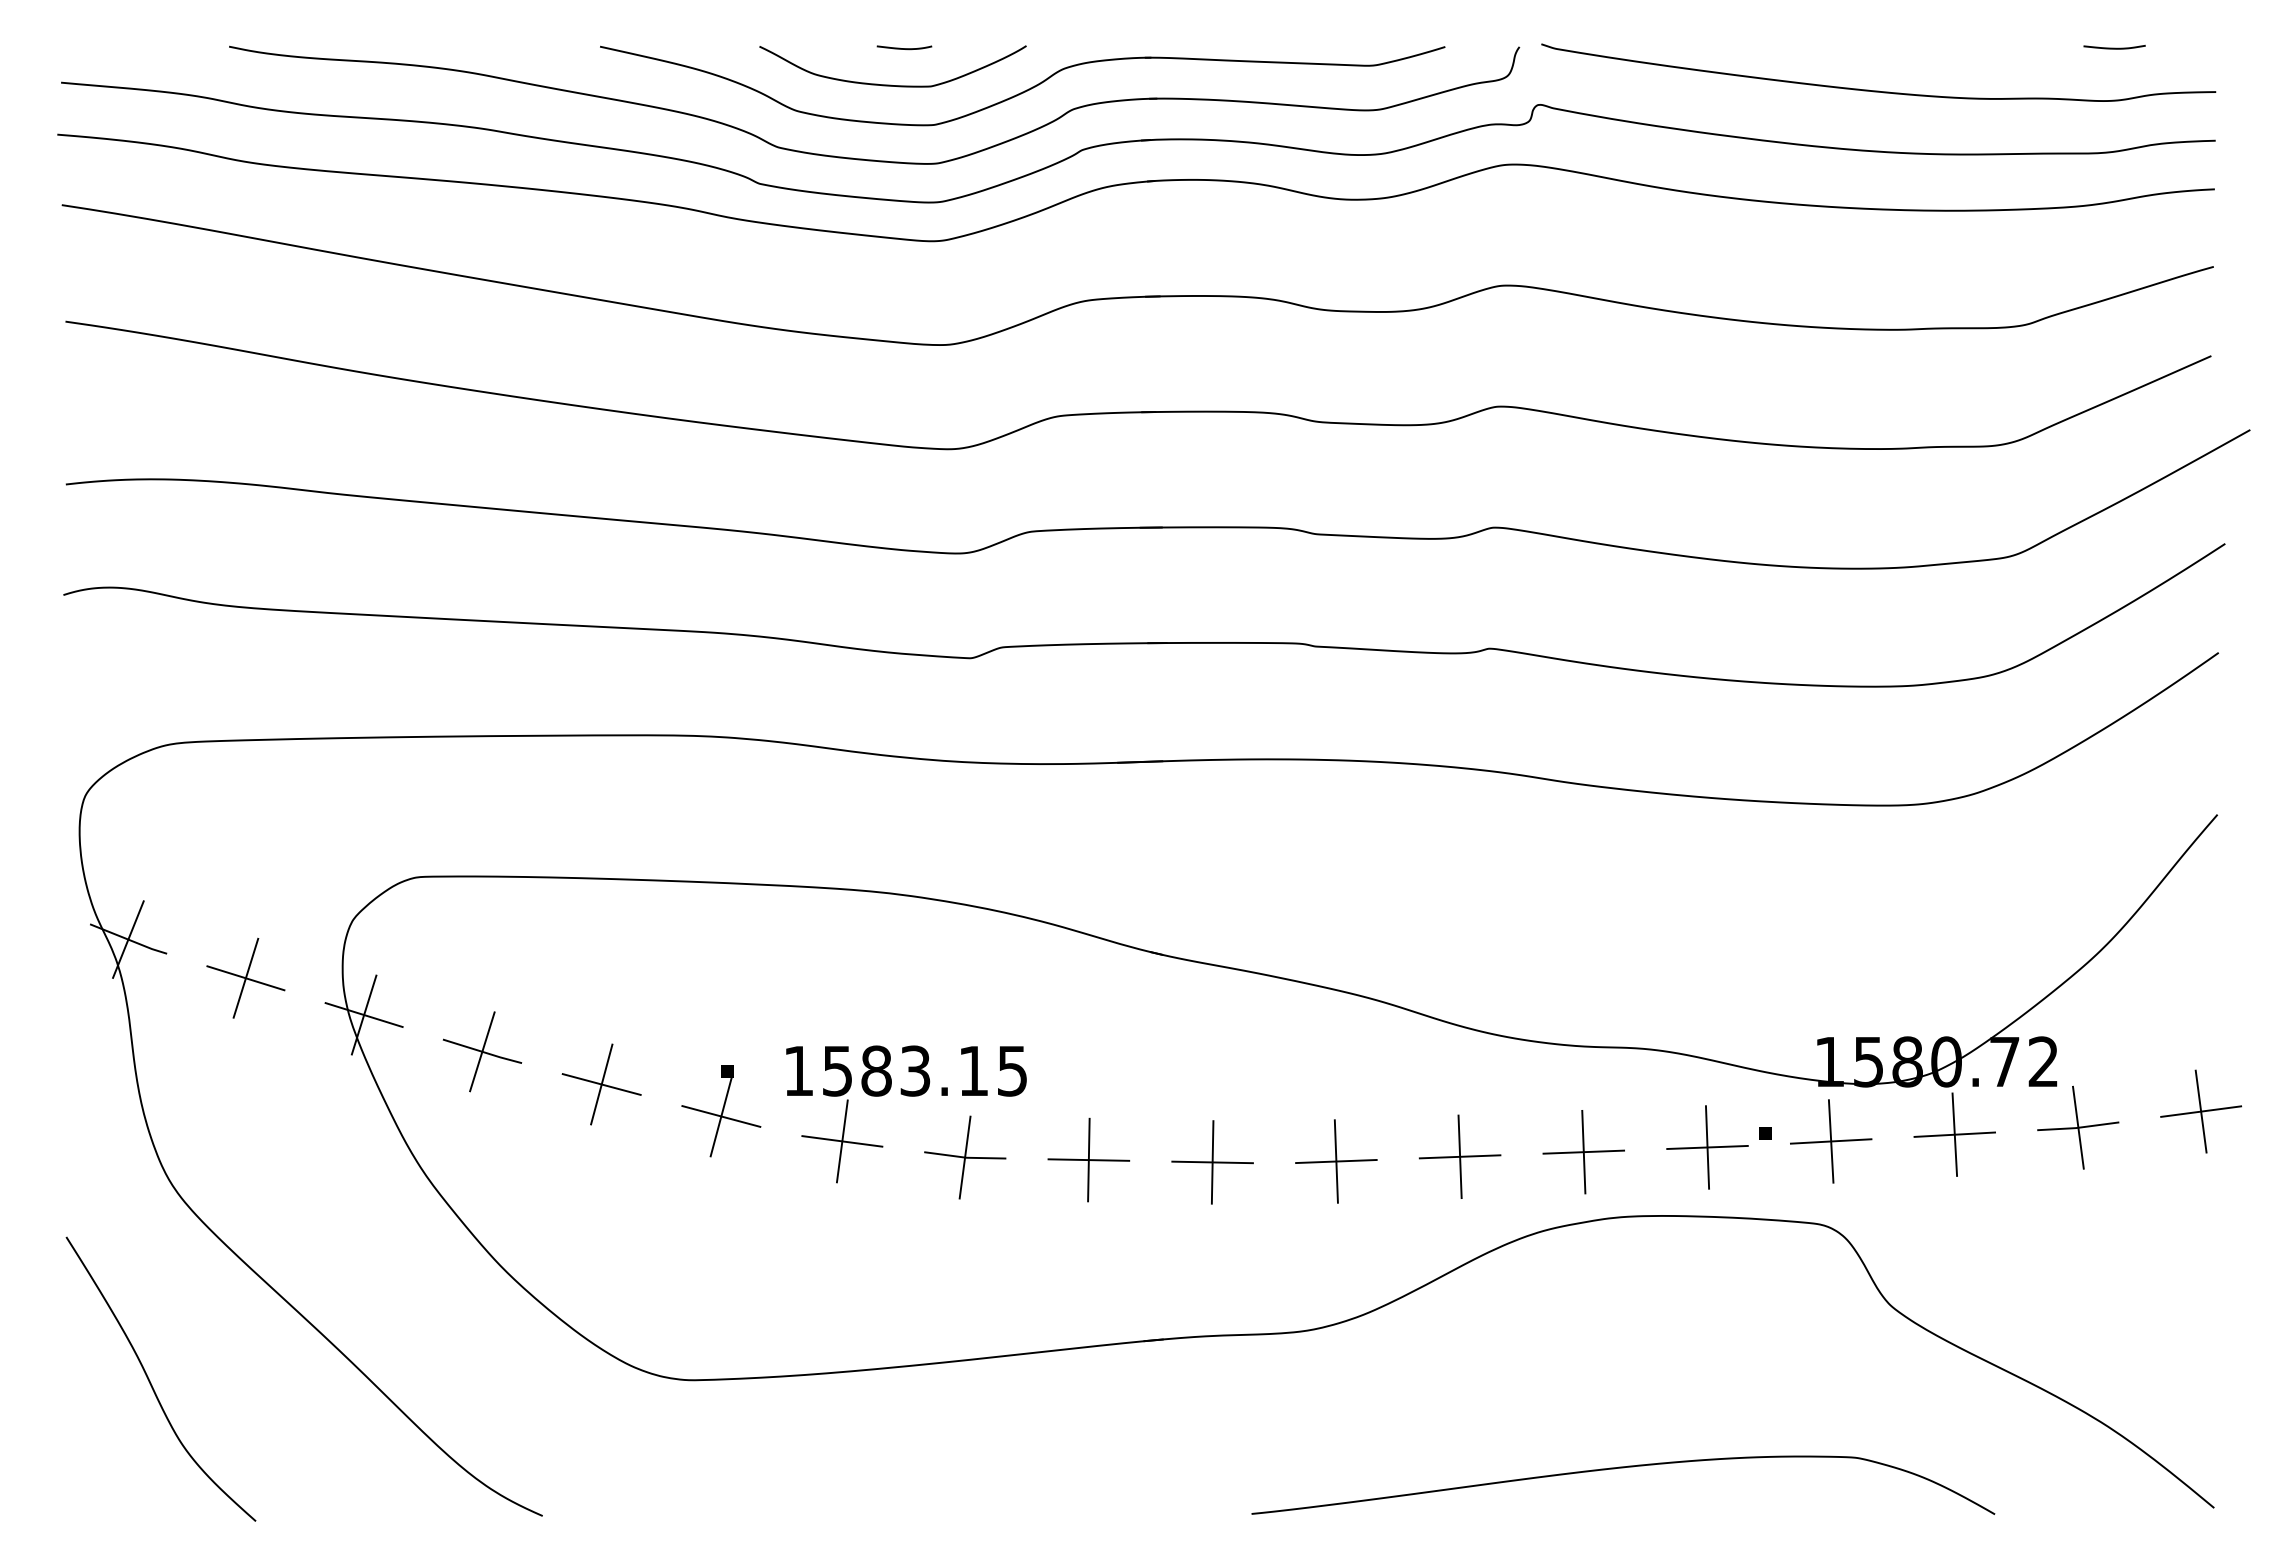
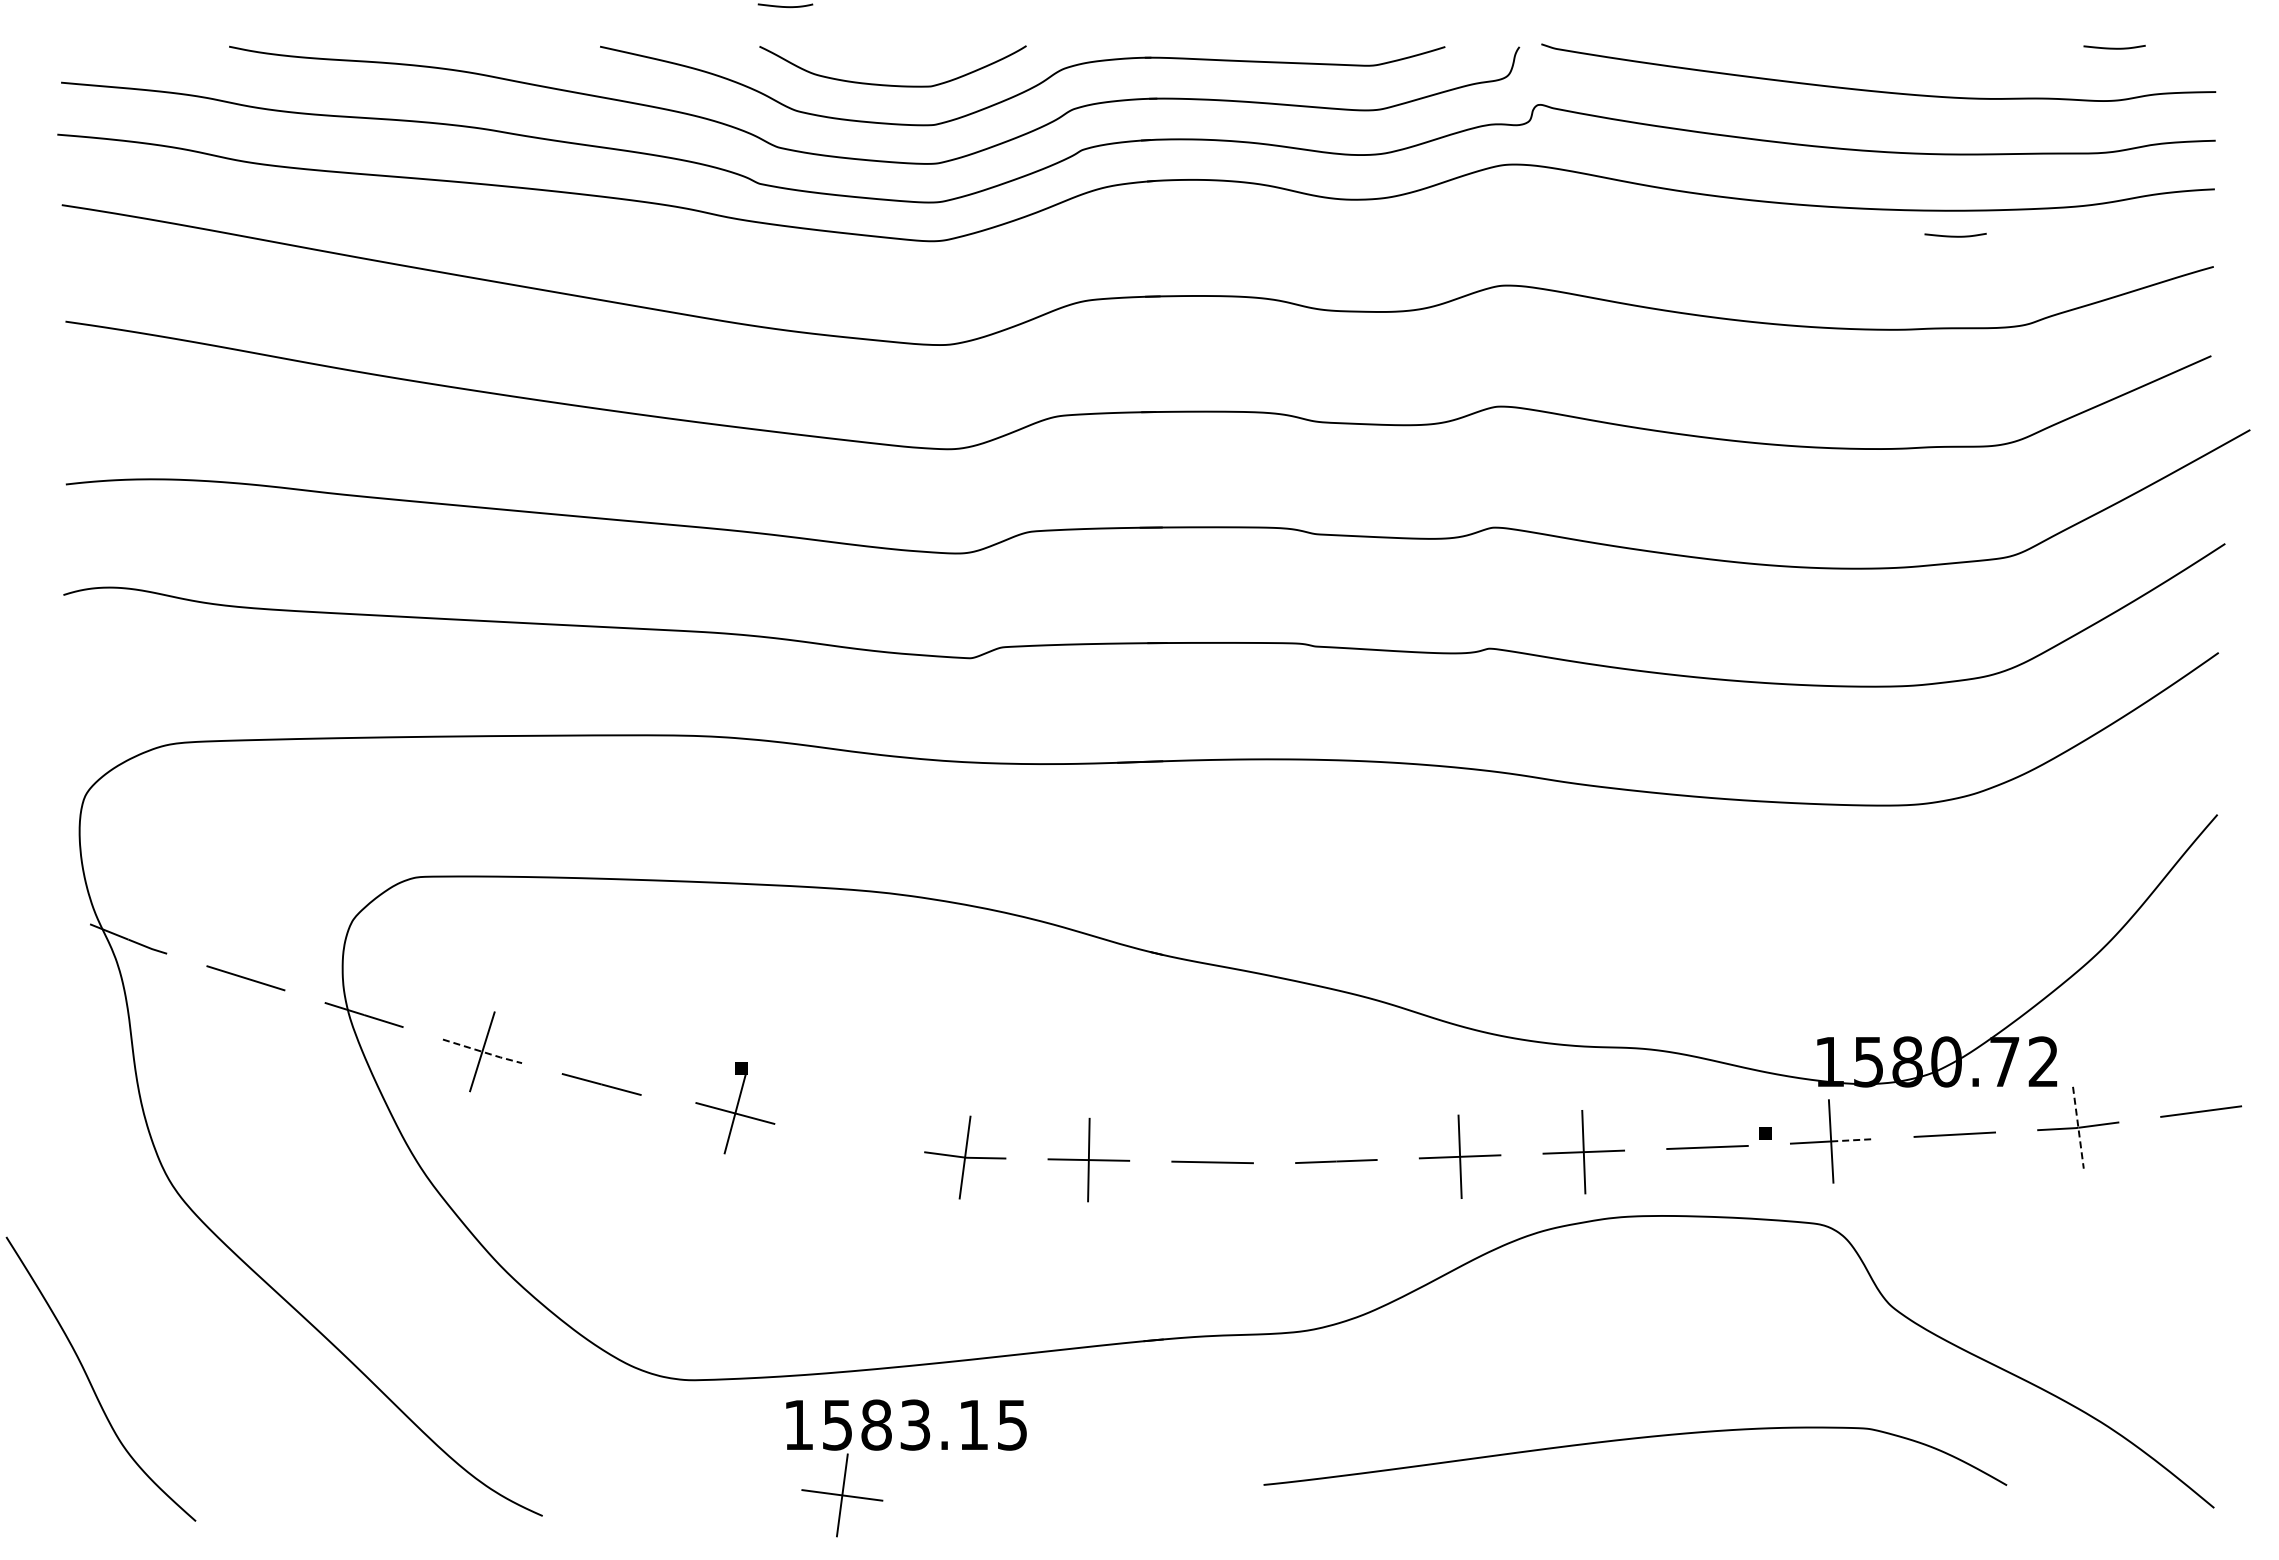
curve at (904, 48) position: (904, 48) -> (785, 6)
curve at (1955, 235): none -> present
line at (128, 939): present -> none
line at (245, 977): present -> none
line at (363, 1014): present -> none
line at (483, 1052): solid -> dashed
line at (601, 1084): present -> none
part at (907, 1096) position: (907, 1096) -> (907, 1450)
part at (721, 1111) position: (721, 1111) -> (735, 1108)
line at (2200, 1111): present -> none
line at (2078, 1128): solid -> dashed
line at (1954, 1134): present -> none
line at (1851, 1140): solid -> dashed
line at (1707, 1147): present -> none
line at (1335, 1161): present -> none
line at (1212, 1162): present -> none
curve at (150, 1380) position: (150, 1380) -> (90, 1380)
curve at (1623, 1468) position: (1623, 1468) -> (1635, 1439)
